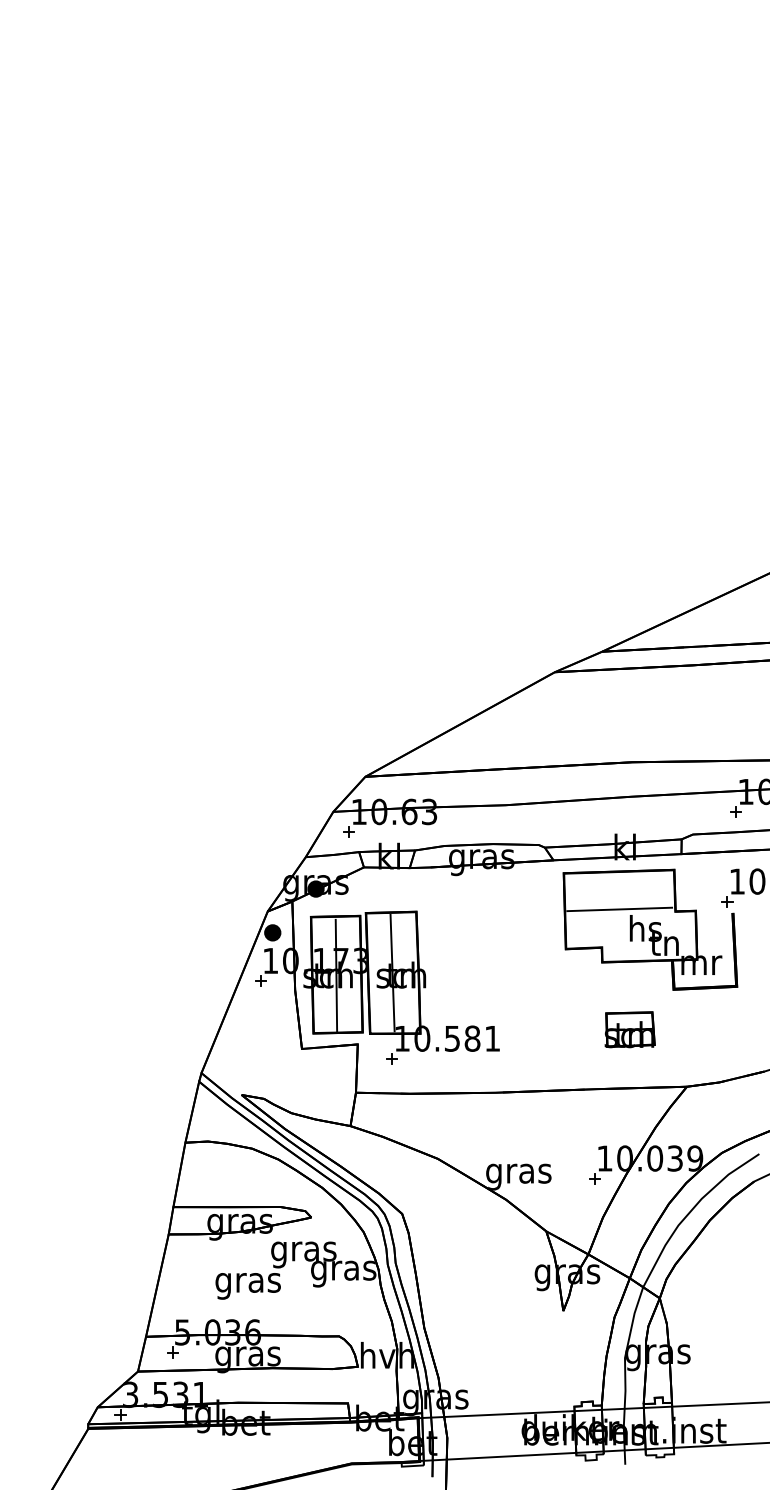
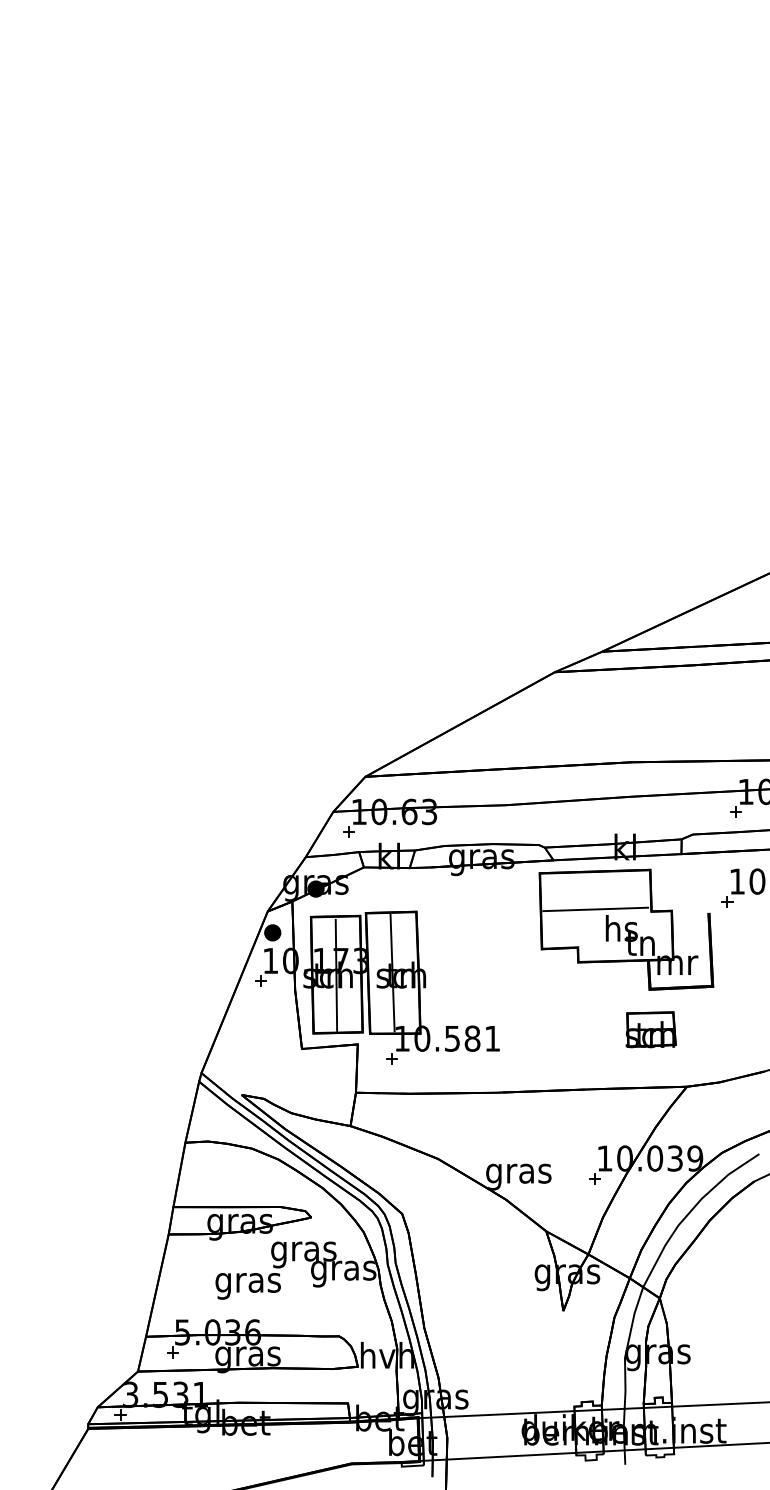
part at (650, 929) position: (650, 929) -> (626, 929)
part at (629, 1029) position: (629, 1029) -> (650, 1029)
